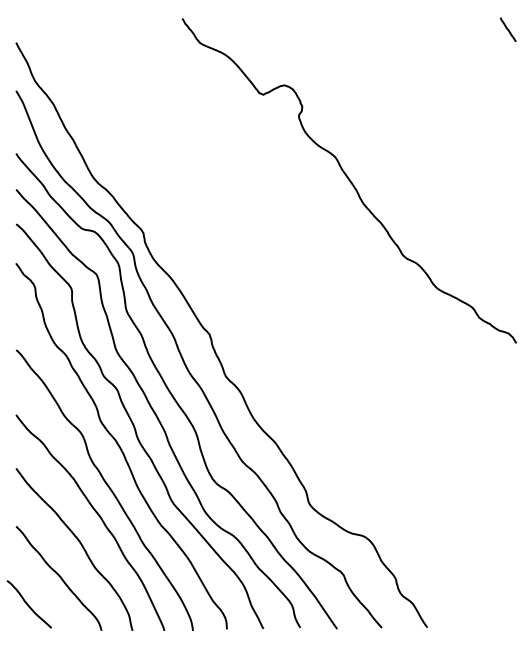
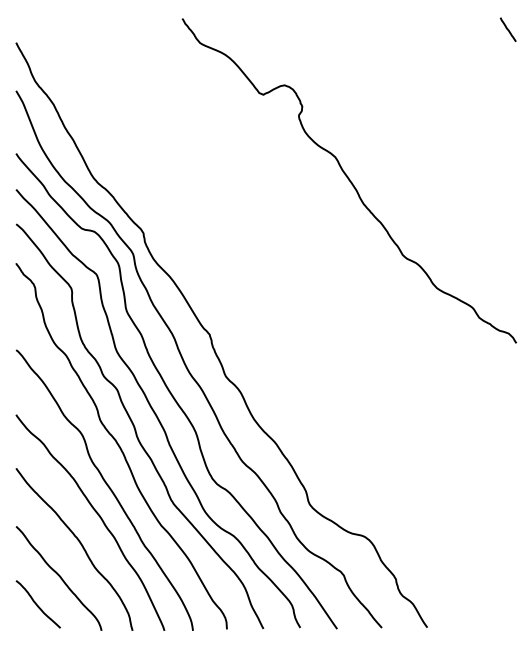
curve at (28, 604) position: (28, 604) -> (37, 604)
